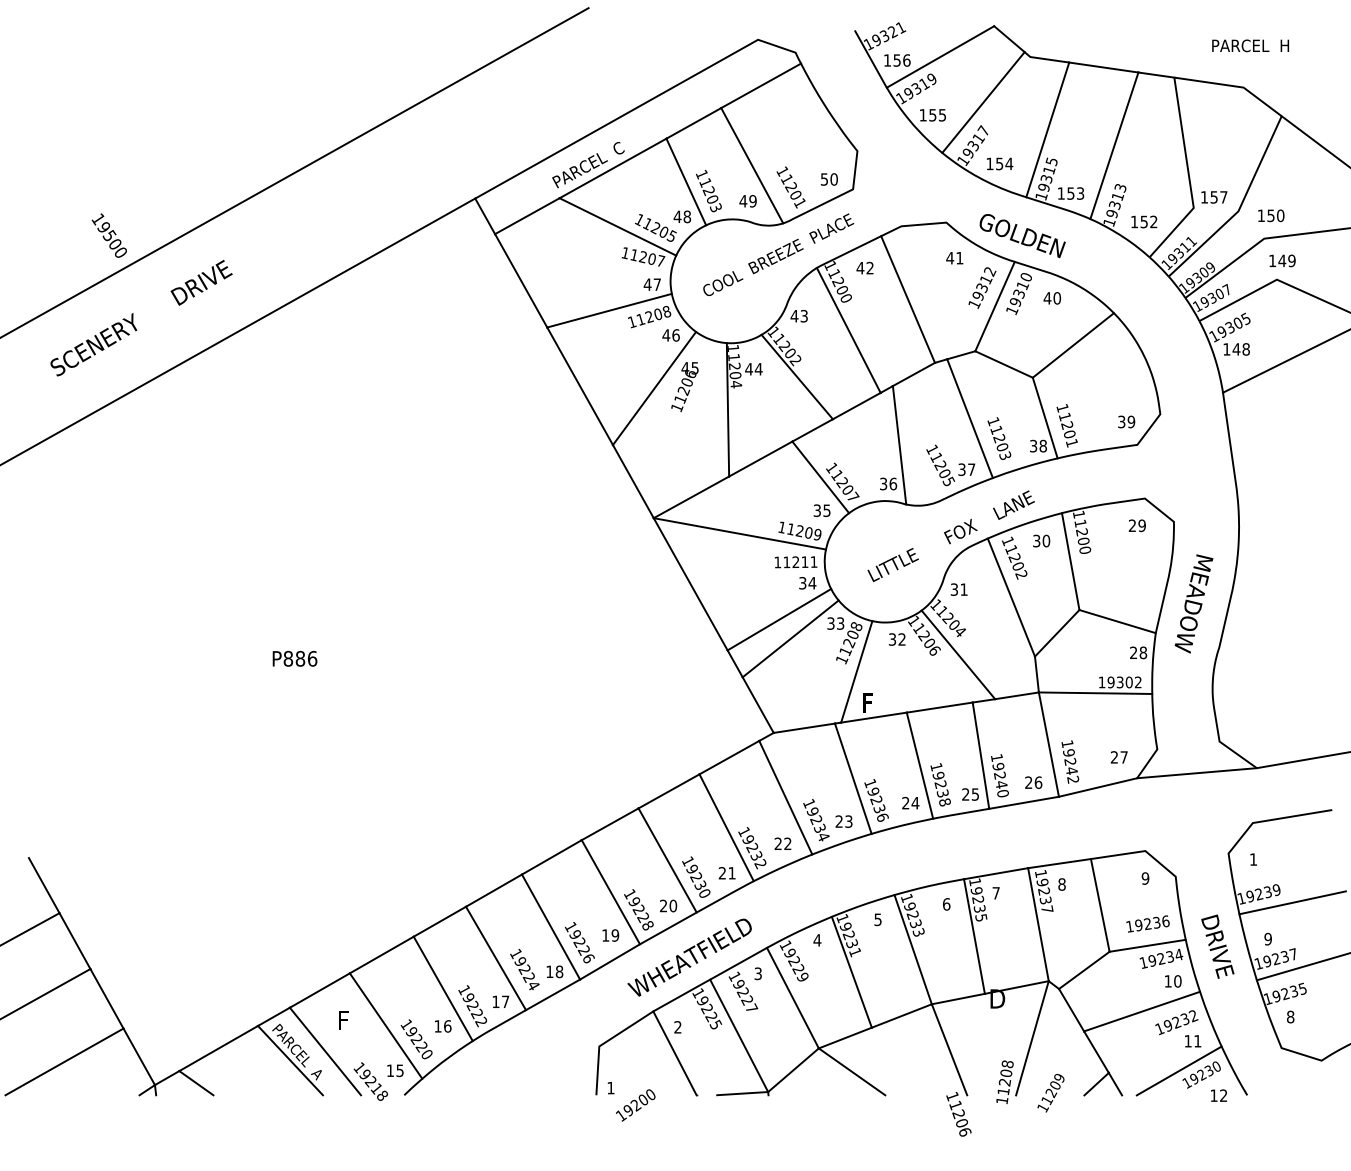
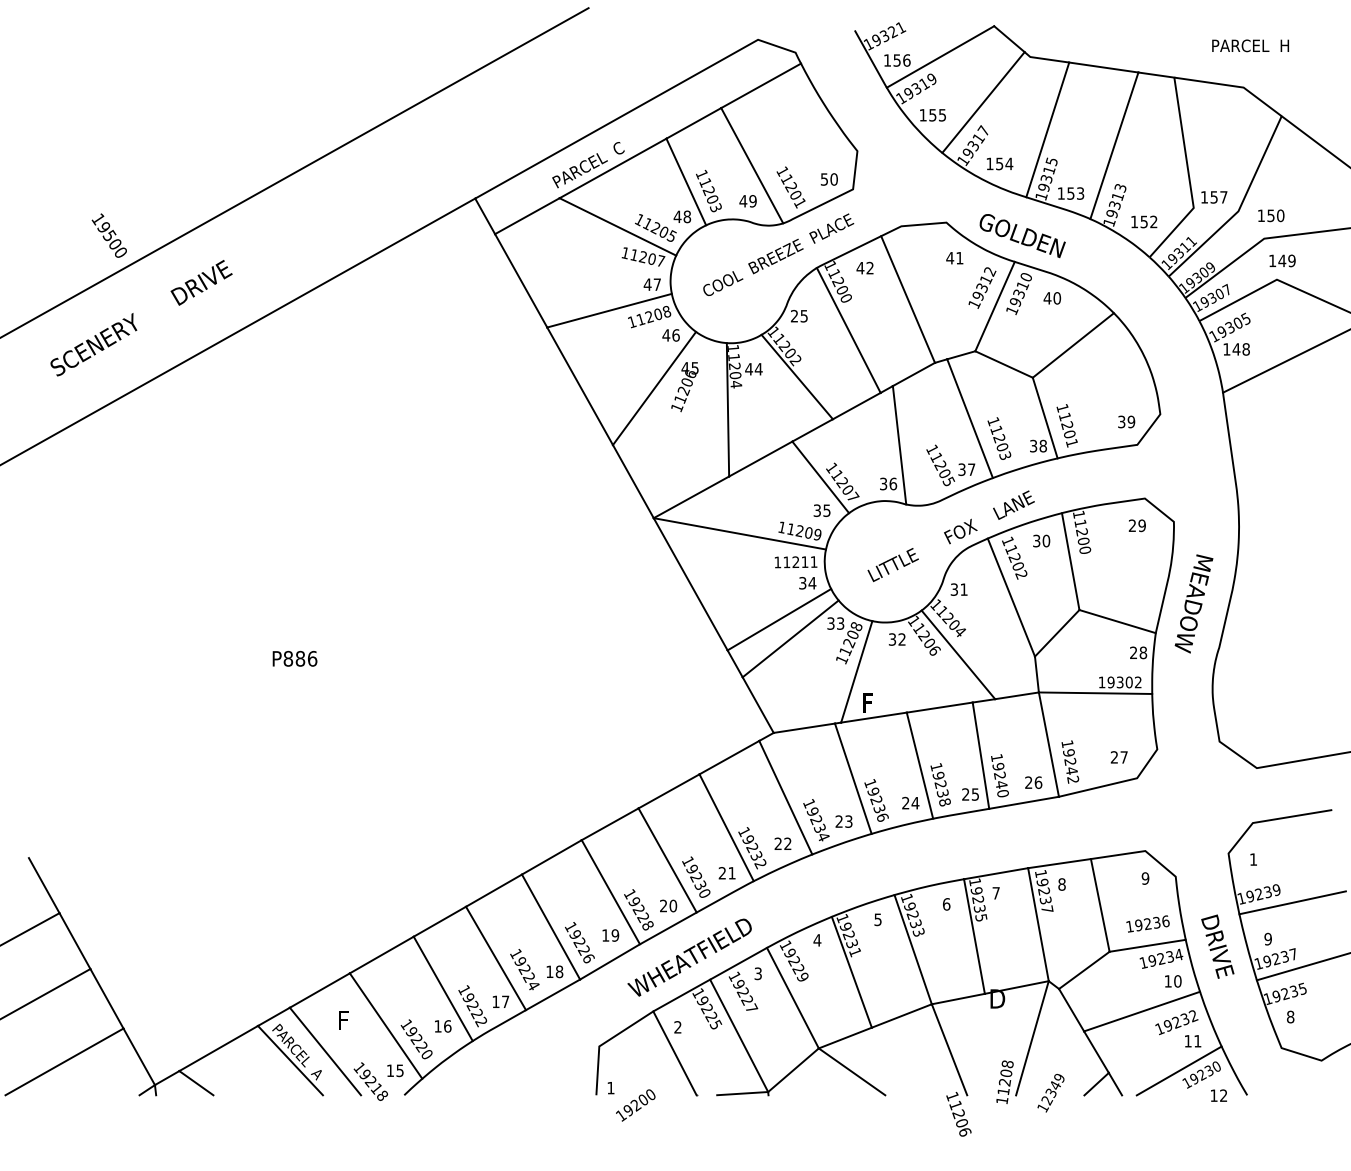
text at (798, 315): 43 -> 25
line at (1196, 773): present -> none
text at (1050, 1093): 11209 -> 12349
